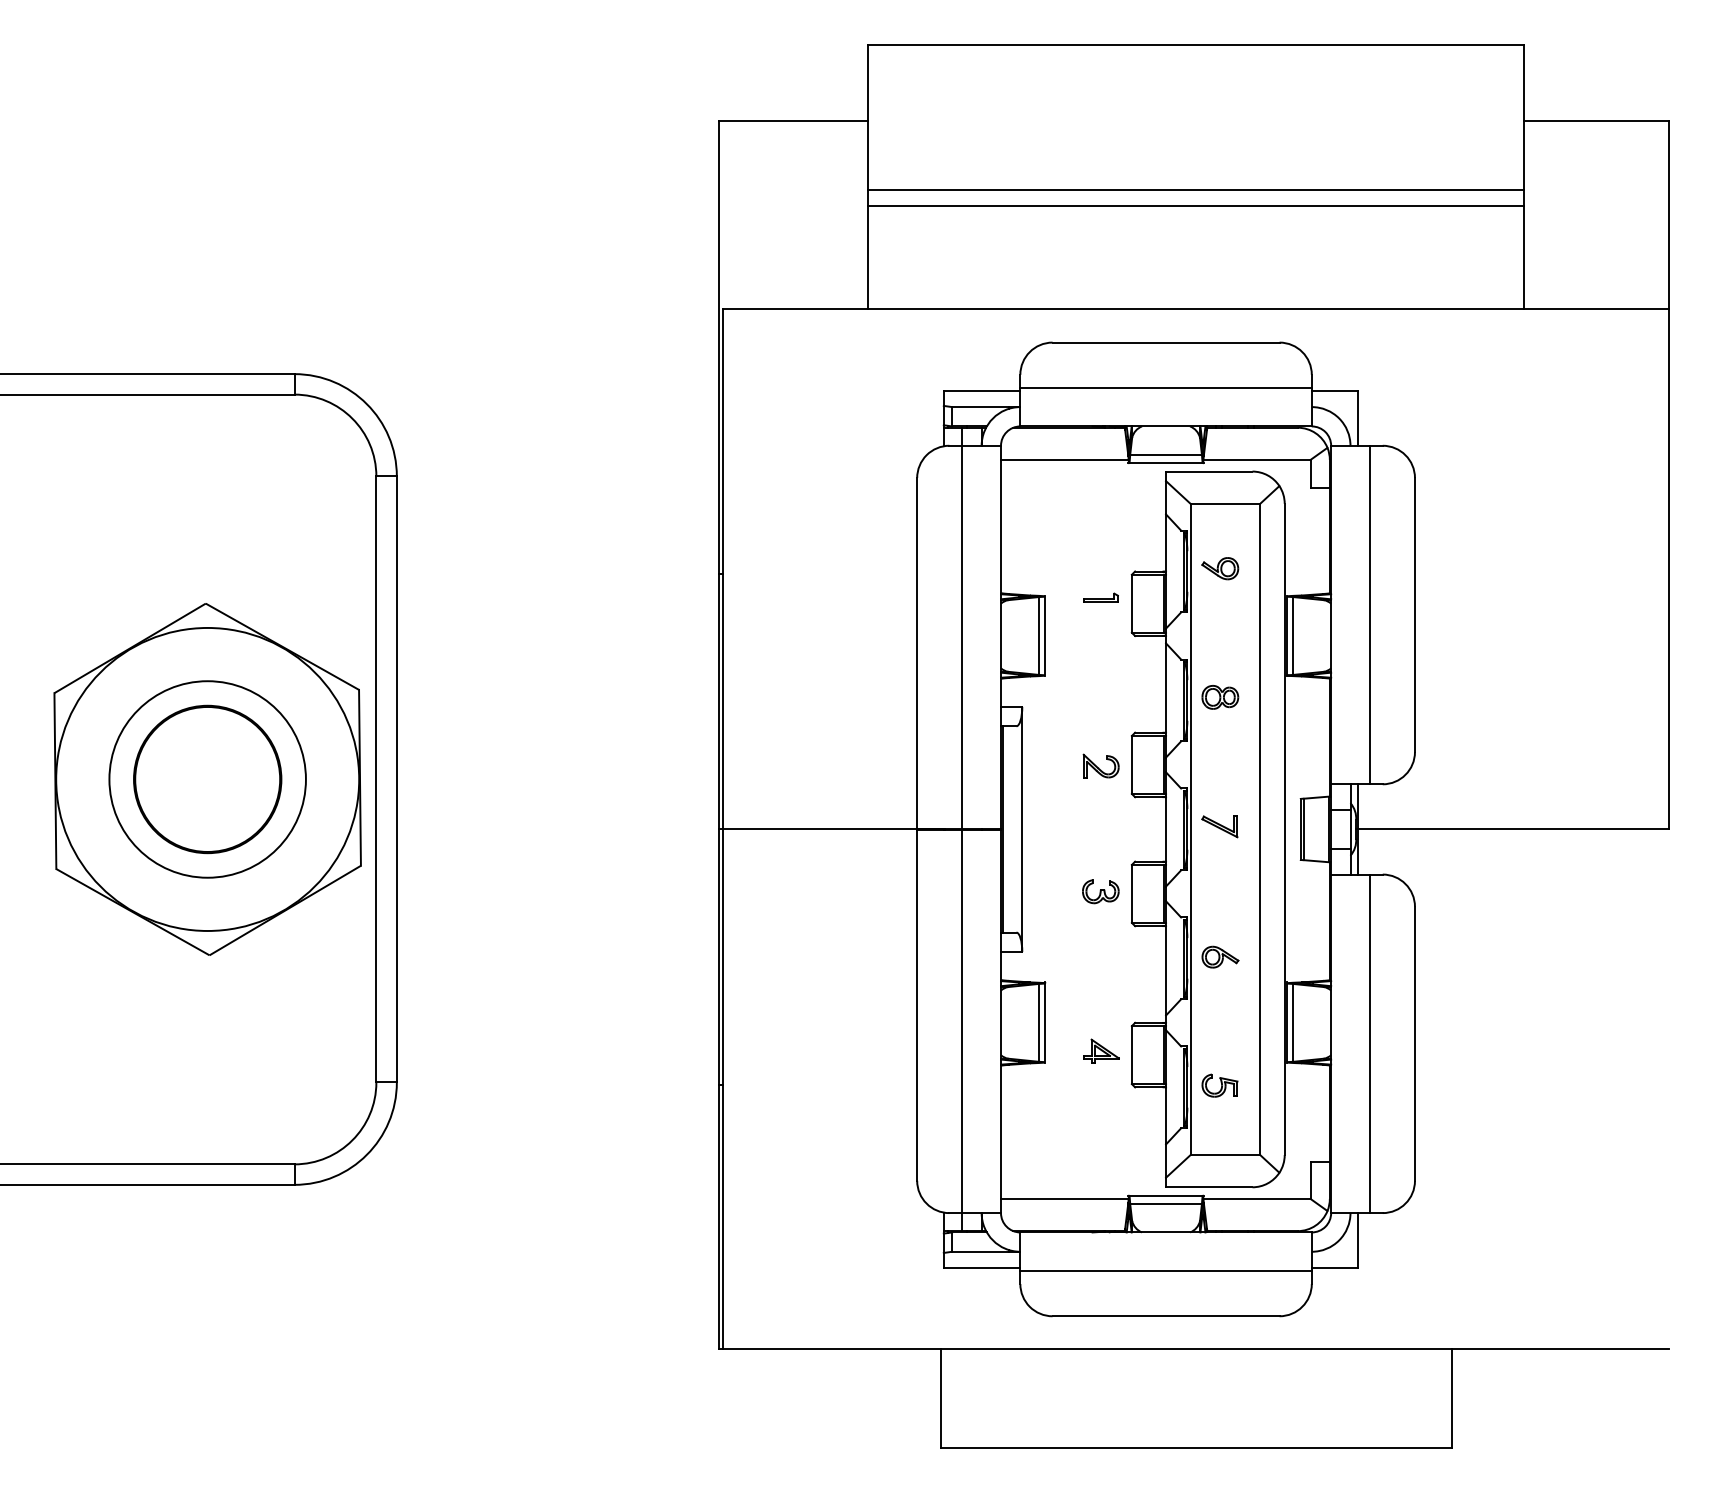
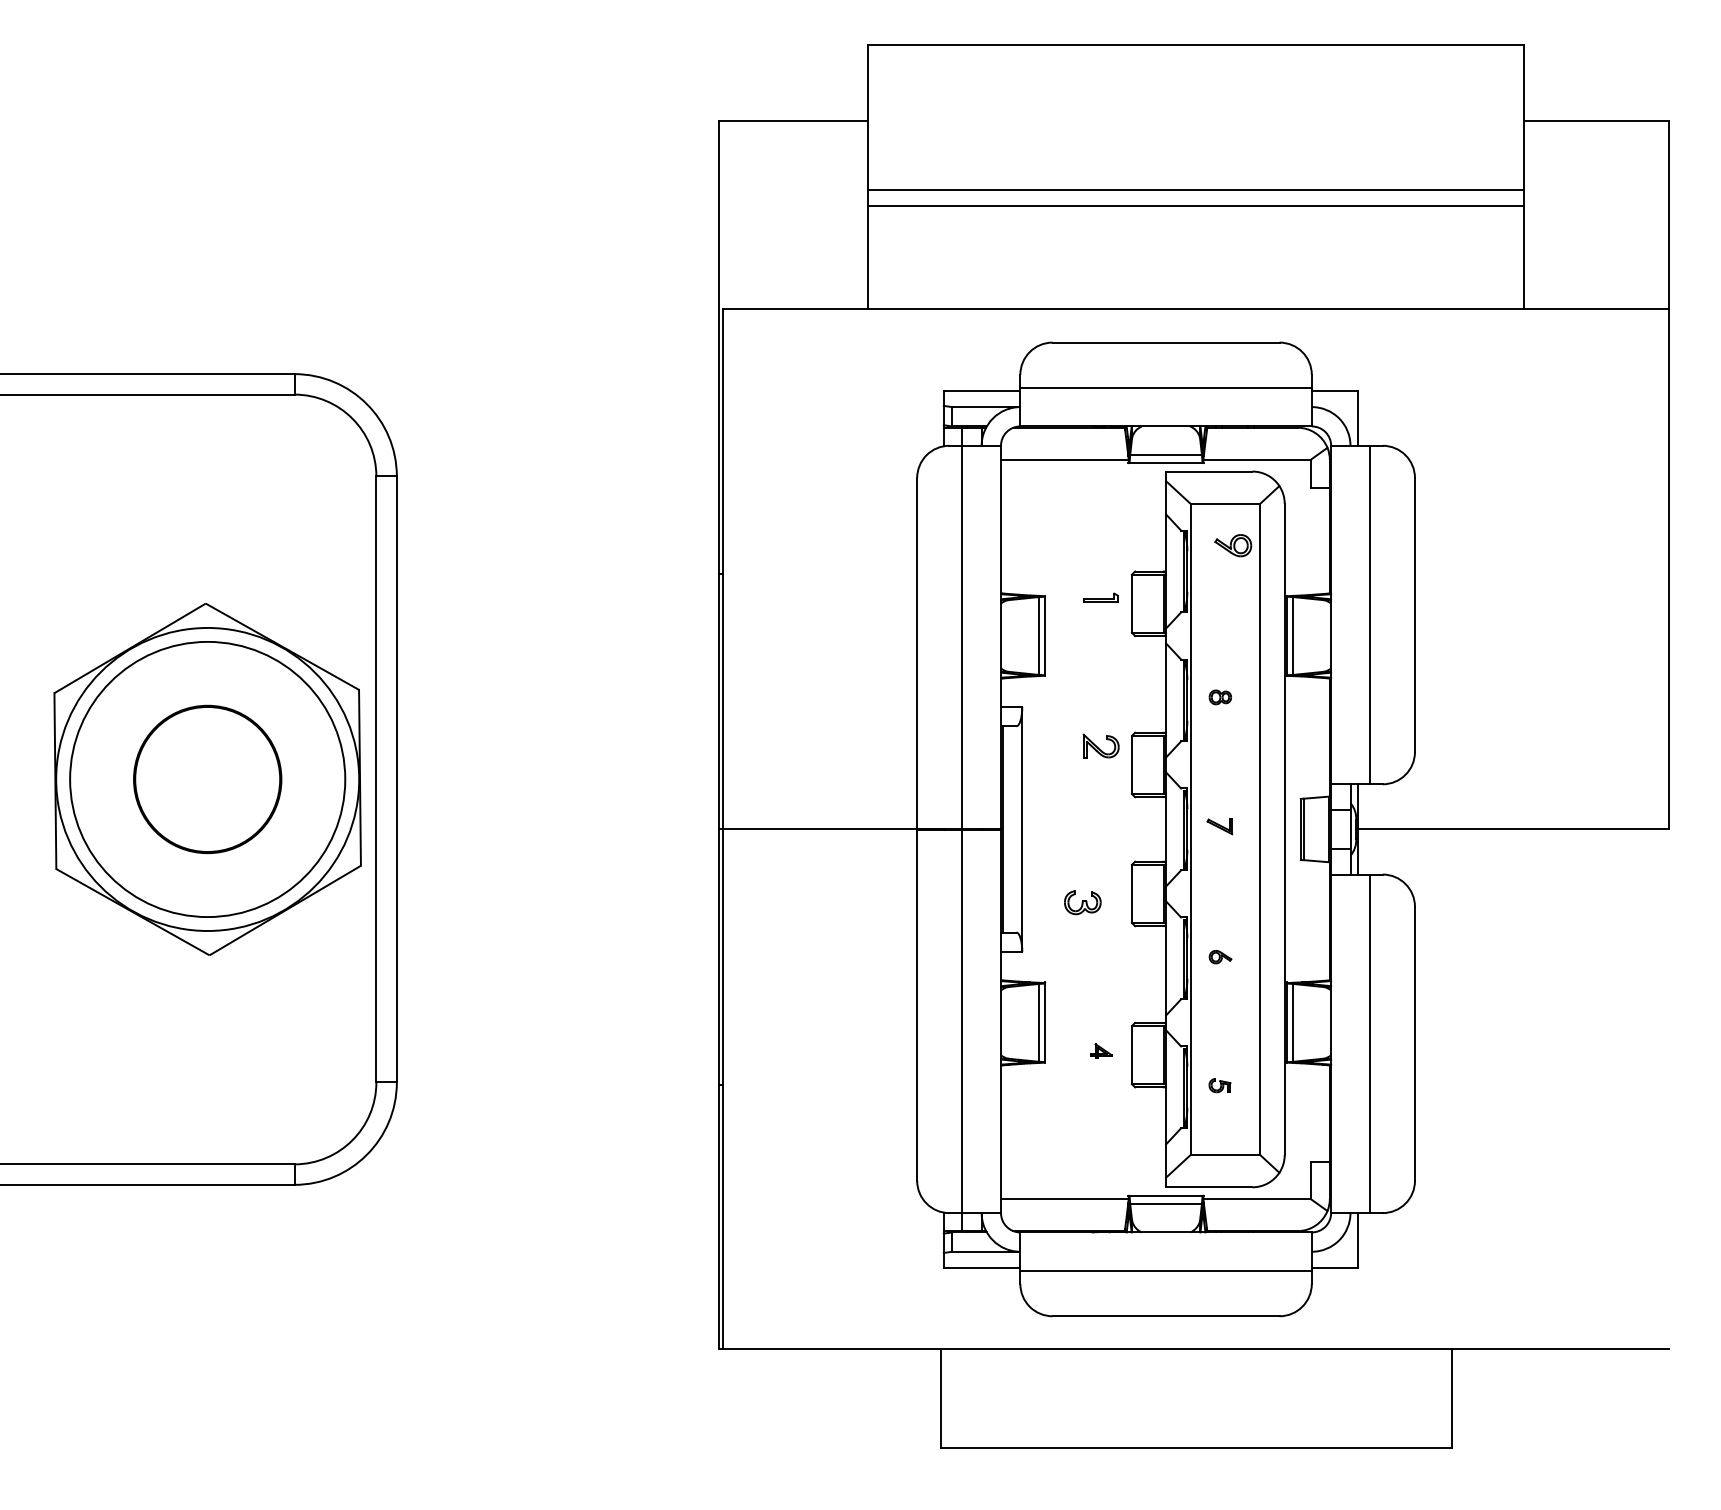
part at (1220, 568) position: (1220, 568) -> (1233, 545)
part at (1220, 697) size: 39x25 px -> 24x17 px
part at (1100, 765) position: (1100, 765) -> (1100, 745)
circle at (207, 779) diameter: 197 px -> 275 px
part at (1219, 826) size: 38x24 px -> 28x18 px
part at (1100, 891) position: (1100, 891) -> (1082, 902)
part at (1220, 956) size: 39x24 px -> 25x15 px
part at (1101, 1050) size: 37x26 px -> 23x16 px
part at (1219, 1085) size: 38x25 px -> 24x16 px
